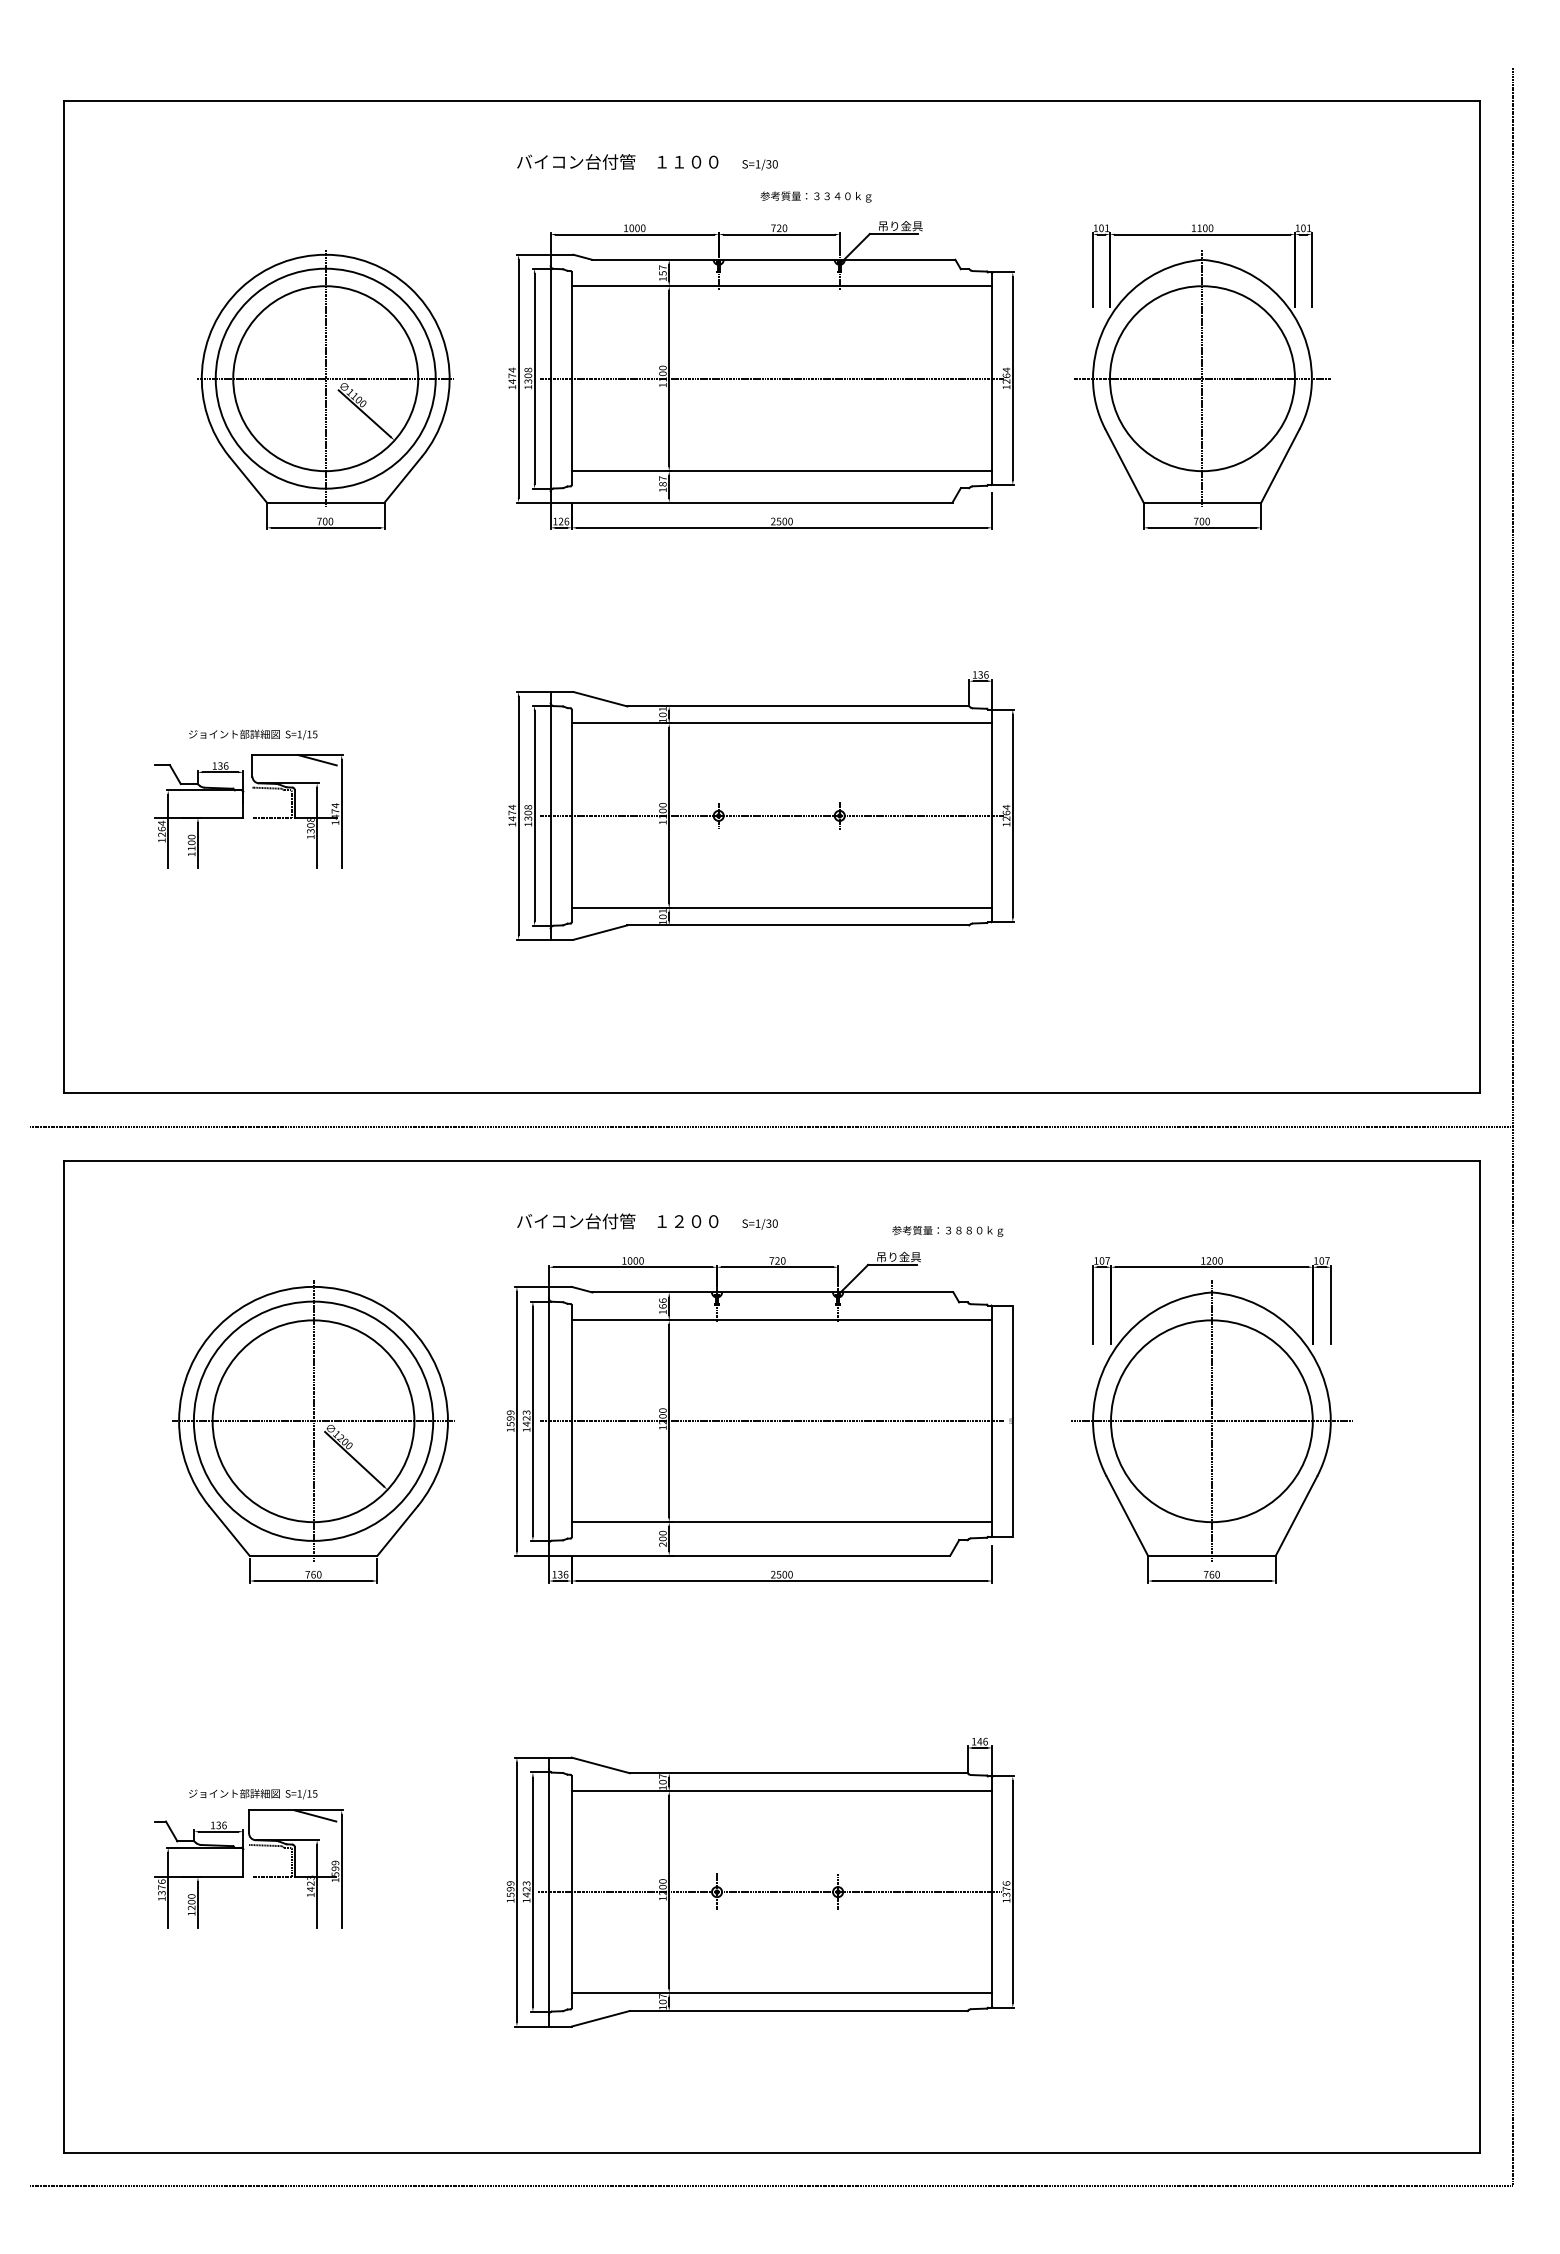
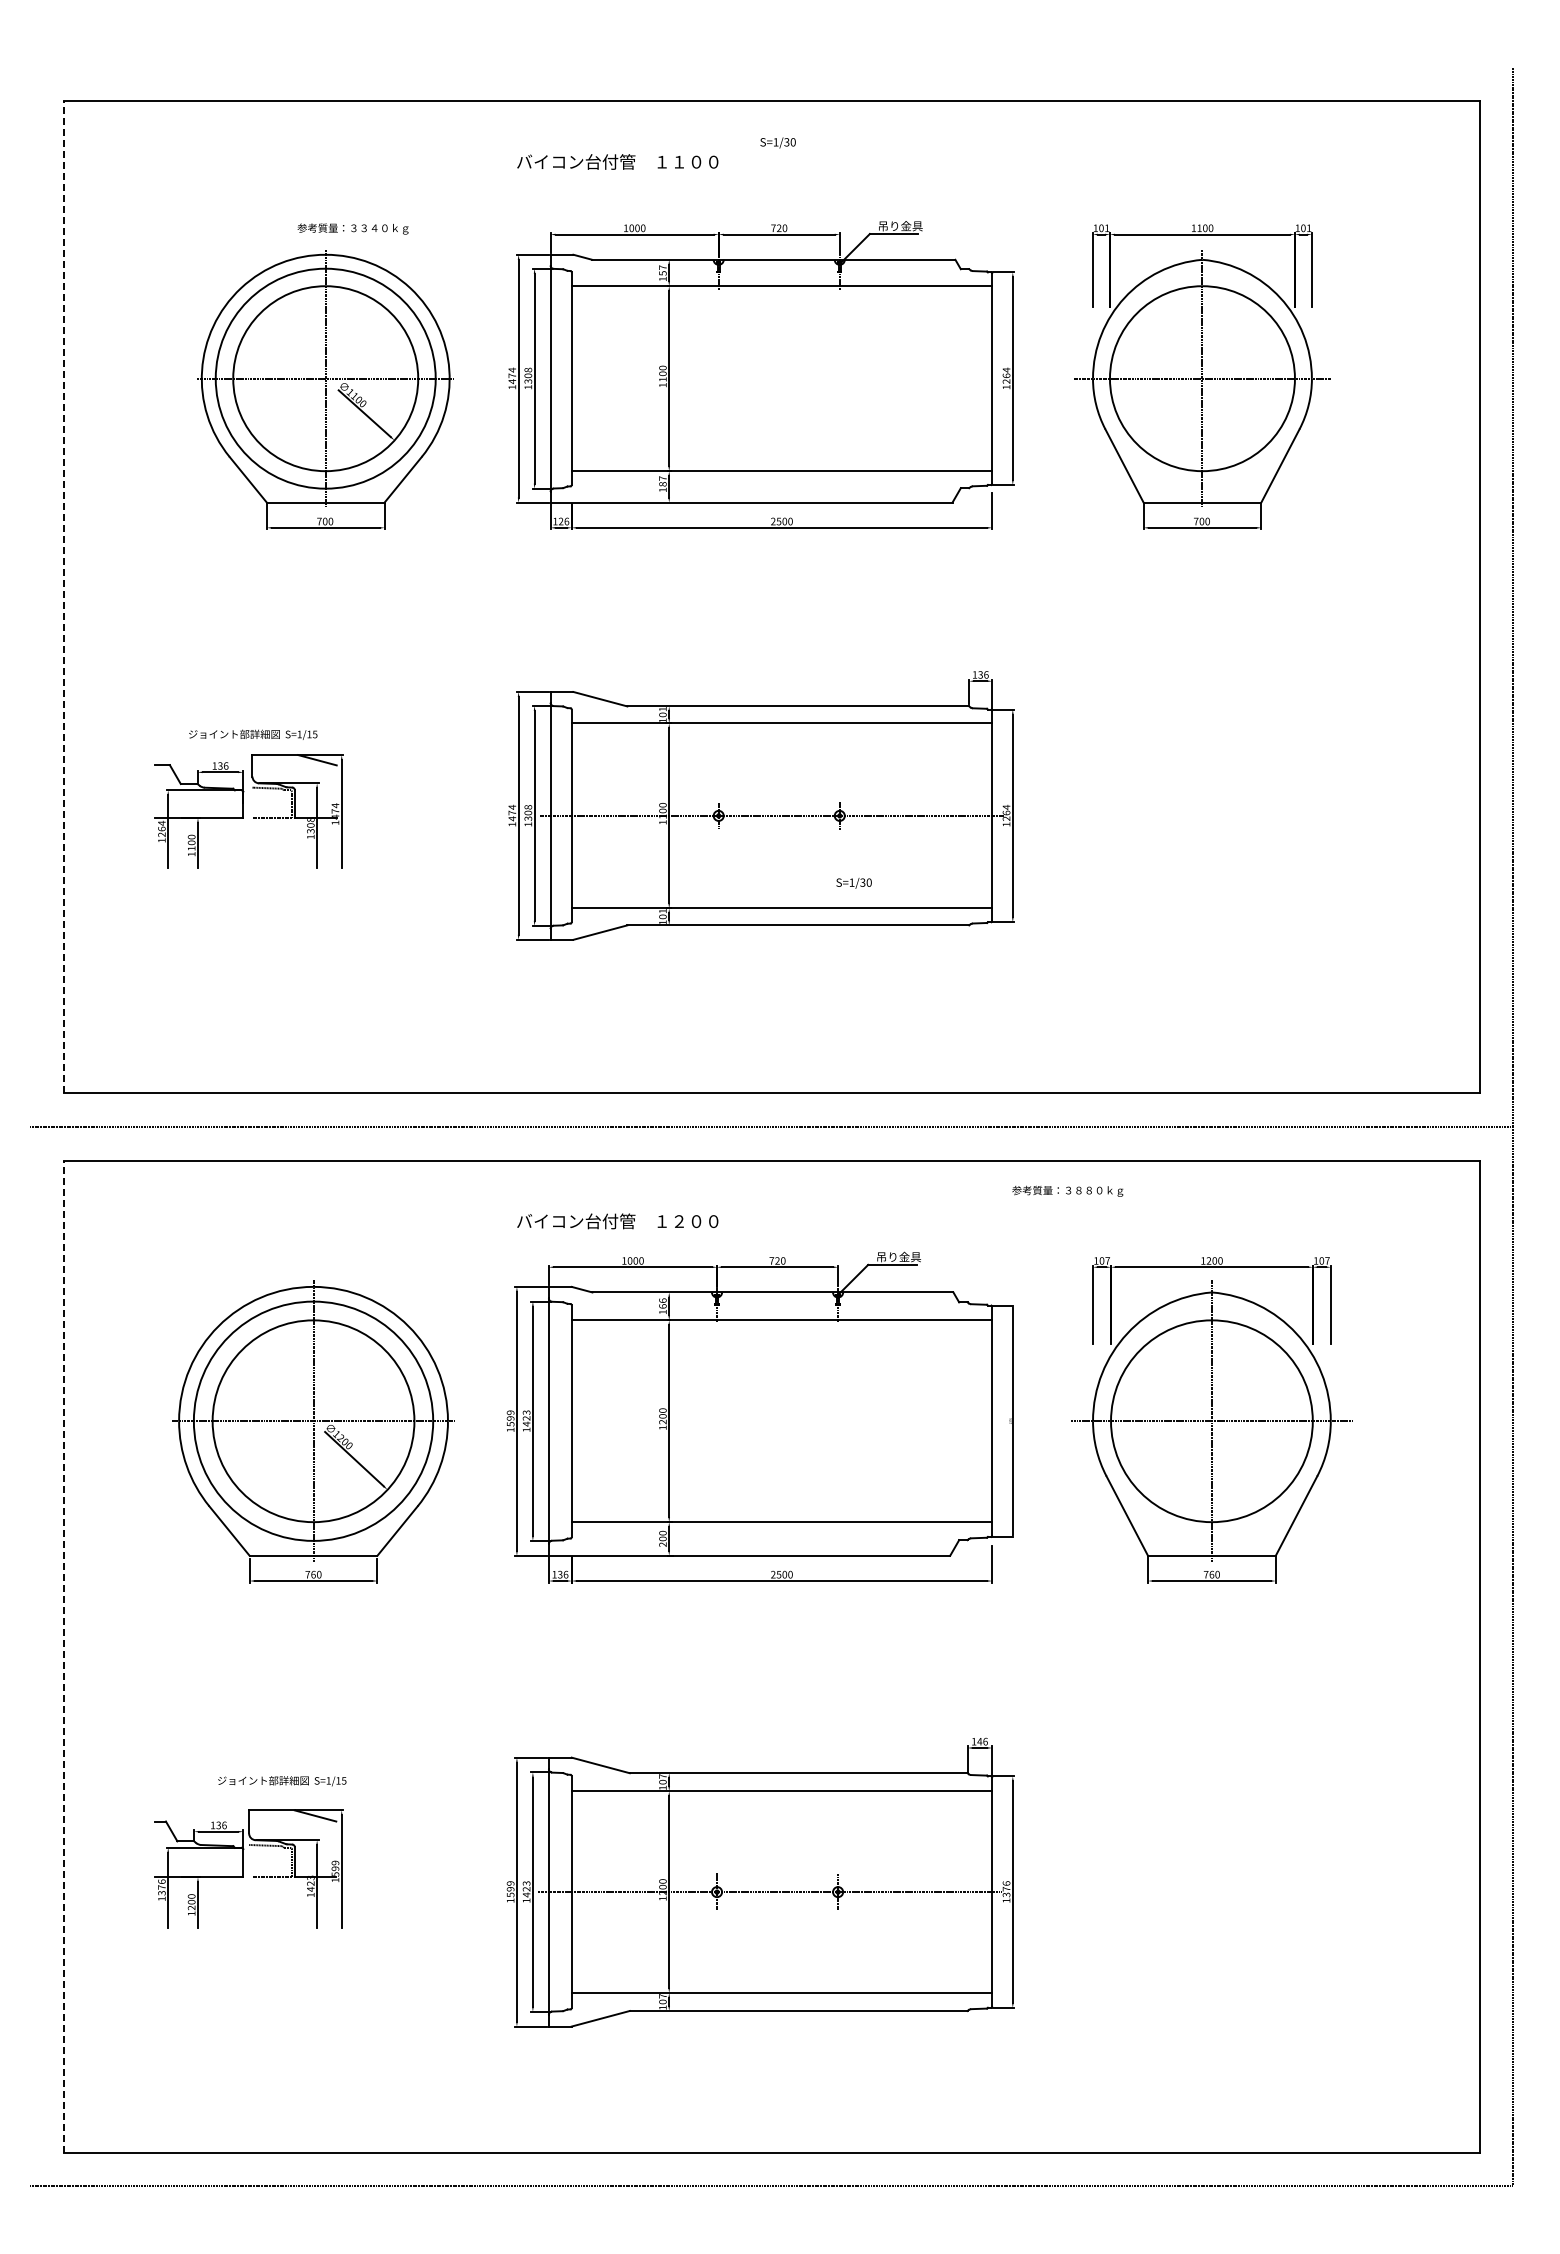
text at (759, 164) position: (759, 164) -> (777, 142)
text at (815, 196) position: (815, 196) -> (352, 228)
line at (771, 378): present -> none
line at (63, 596): solid -> dashed
text at (759, 1224) position: (759, 1224) -> (853, 883)
text at (947, 1230) position: (947, 1230) -> (1067, 1190)
line at (771, 1421): present -> none
line at (63, 1656): solid -> dashed
text at (253, 1794) position: (253, 1794) -> (282, 1781)
